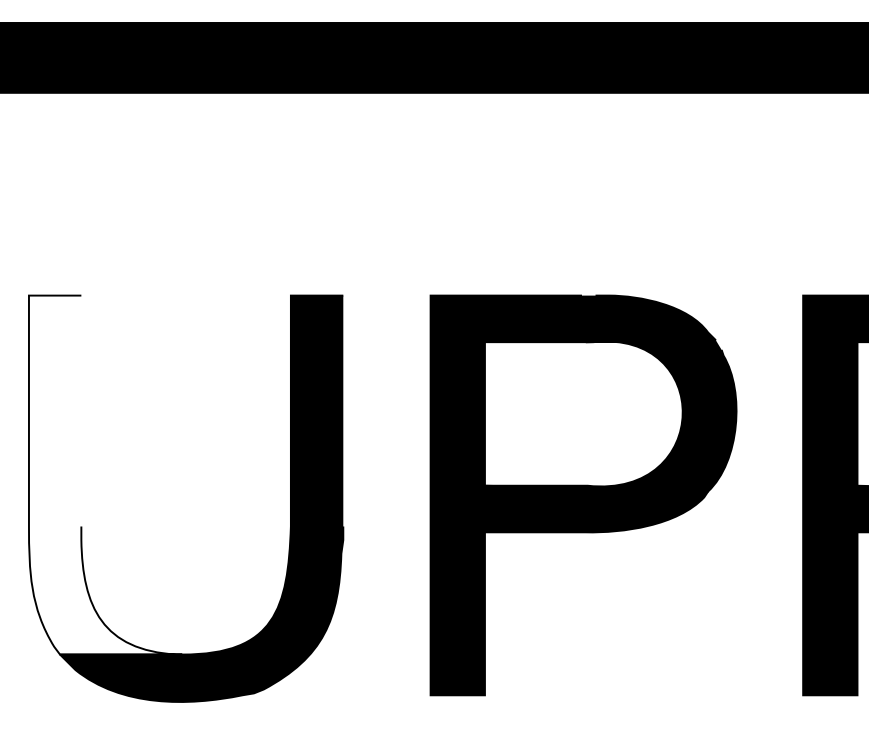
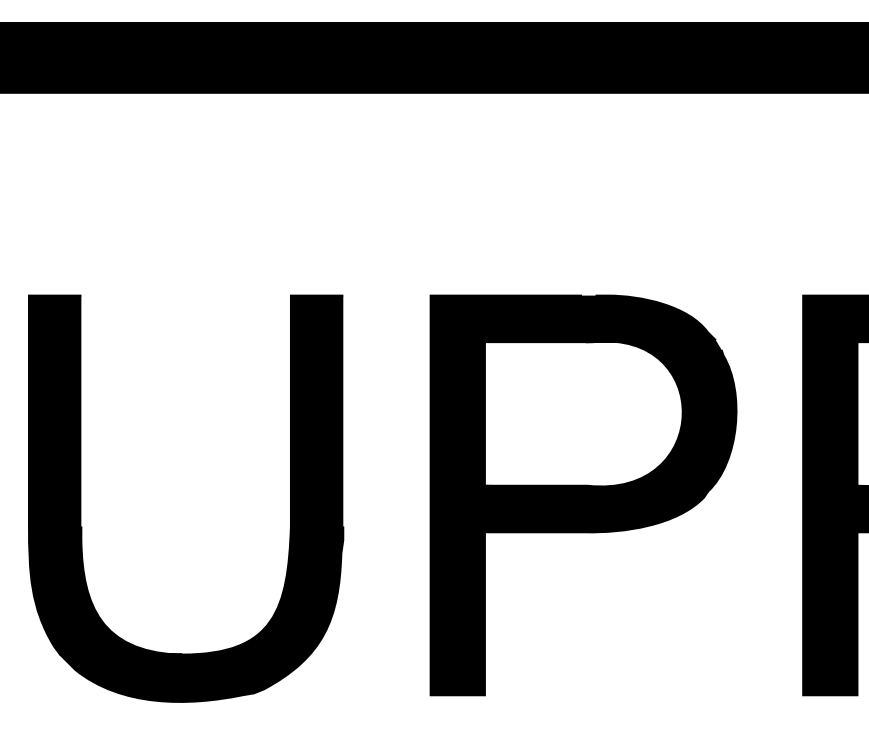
fill at (105, 474): none -> present
